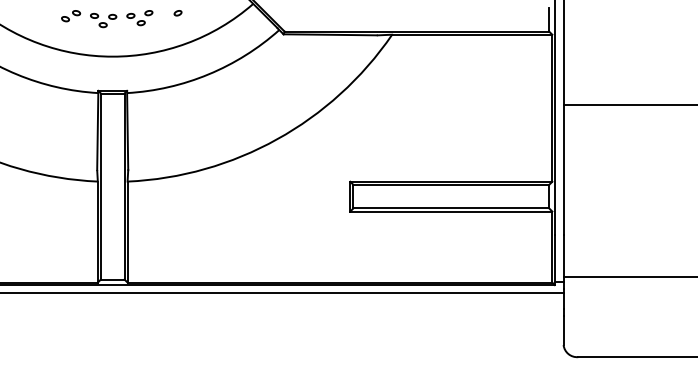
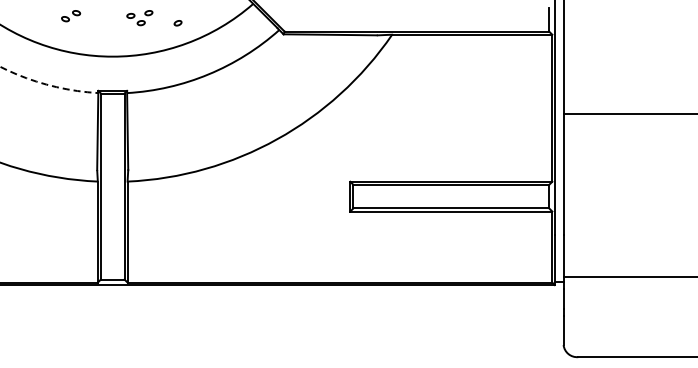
part at (177, 13) position: (177, 13) -> (177, 23)
part at (103, 20): present -> none
arc at (47, 84): solid -> dashed
line at (628, 104) position: (628, 104) -> (628, 113)
line at (282, 292): present -> none
